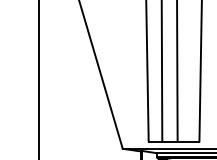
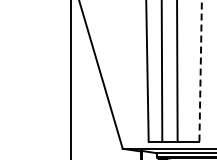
line at (200, 70): solid -> dashed
line at (38, 79) position: (38, 79) -> (70, 79)
